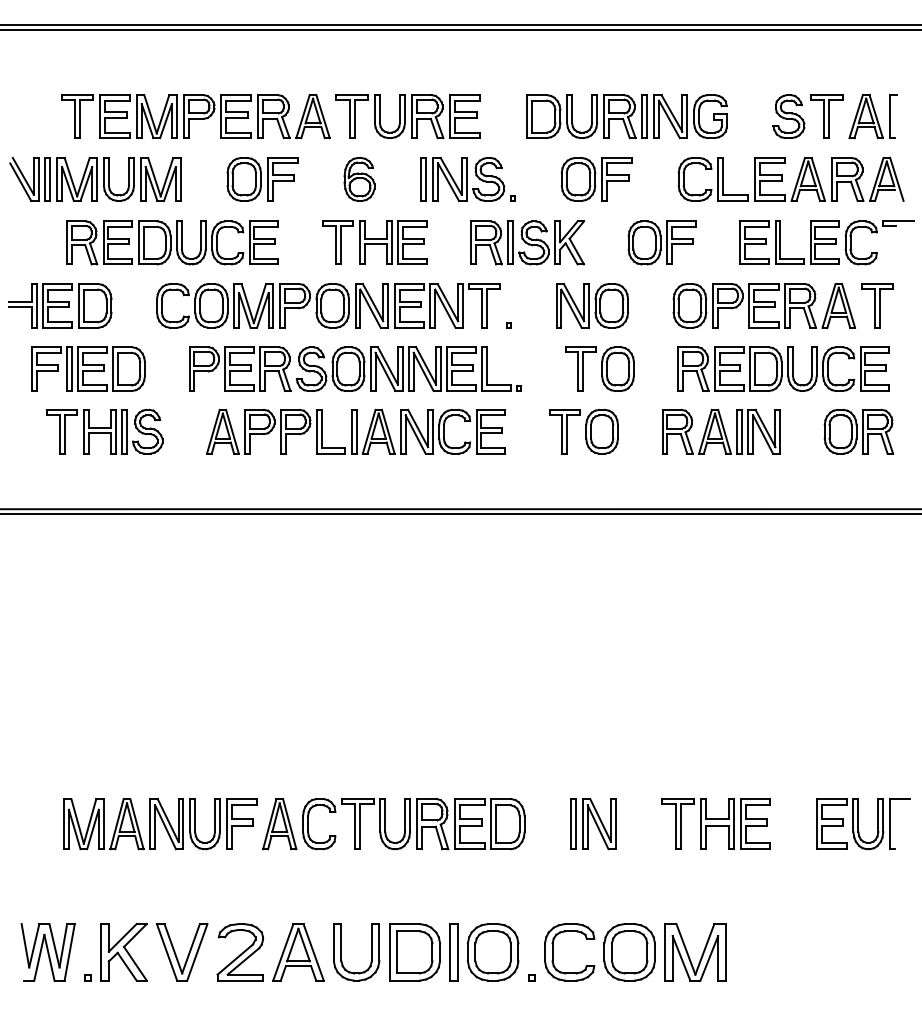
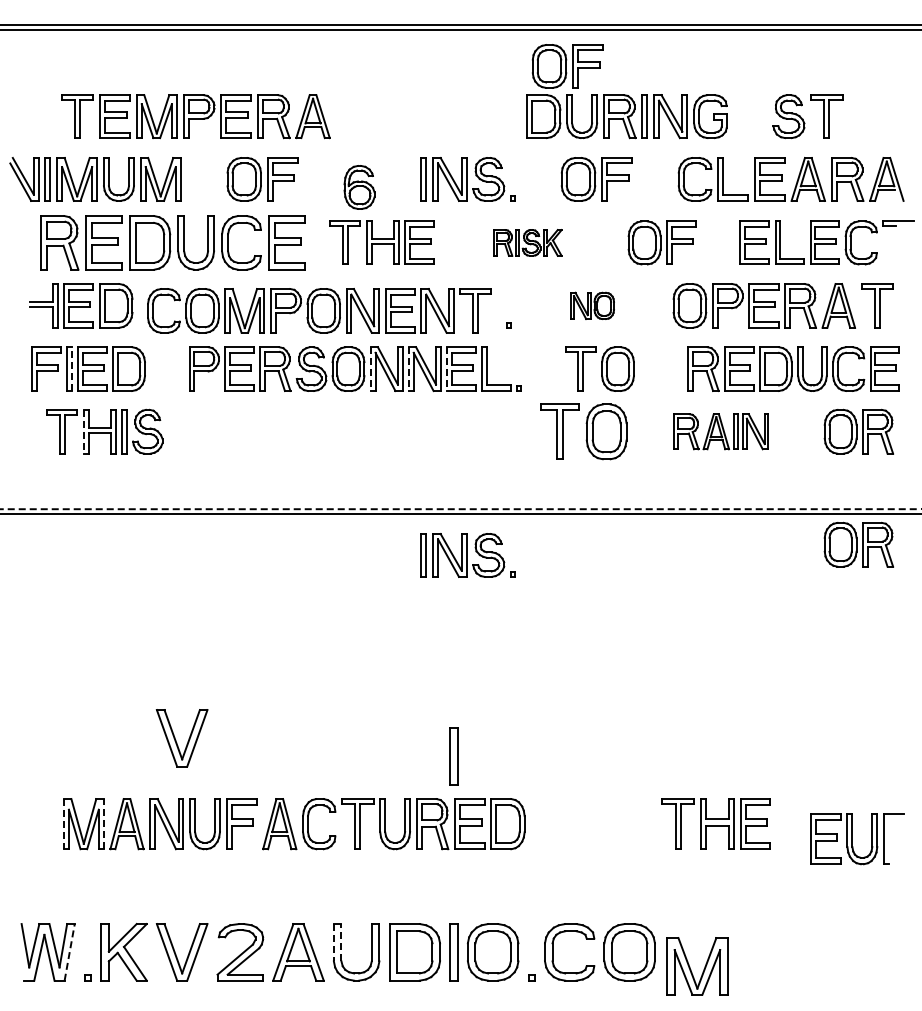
part at (567, 66): none -> present
part at (407, 116): present -> none
part at (872, 116): present -> none
part at (359, 179) position: (359, 179) -> (359, 187)
part at (172, 242) size: 213x46 px -> 266x56 px
part at (374, 242) position: (374, 242) -> (381, 242)
part at (527, 242) size: 116x46 px -> 70x28 px
part at (60, 305) position: (60, 305) -> (81, 305)
part at (328, 305) position: (328, 305) -> (319, 310)
part at (592, 305) size: 74x46 px -> 45x29 px
part at (783, 368) position: (783, 368) -> (793, 368)
line at (71, 369): solid -> dashed
line at (370, 369): solid -> dashed
line at (408, 369): solid -> dashed
line at (447, 369): solid -> dashed
line at (83, 431): solid -> dashed
part at (355, 431): present -> none
part at (583, 431) size: 70x47 px -> 88x58 px
part at (721, 431) size: 119x47 px -> 96x38 px
line at (460, 509): solid -> dashed
part at (858, 544): none -> present
part at (467, 555): none -> present
part at (181, 738): none -> present
part at (453, 756): none -> present
line at (103, 823): solid -> dashed
line at (63, 824): solid -> dashed
part at (593, 824): present -> none
part at (863, 824) position: (863, 824) -> (857, 839)
line at (333, 942): solid -> dashed
line at (341, 942): solid -> dashed
line at (69, 952): solid -> dashed
part at (689, 955) position: (689, 955) -> (691, 969)
